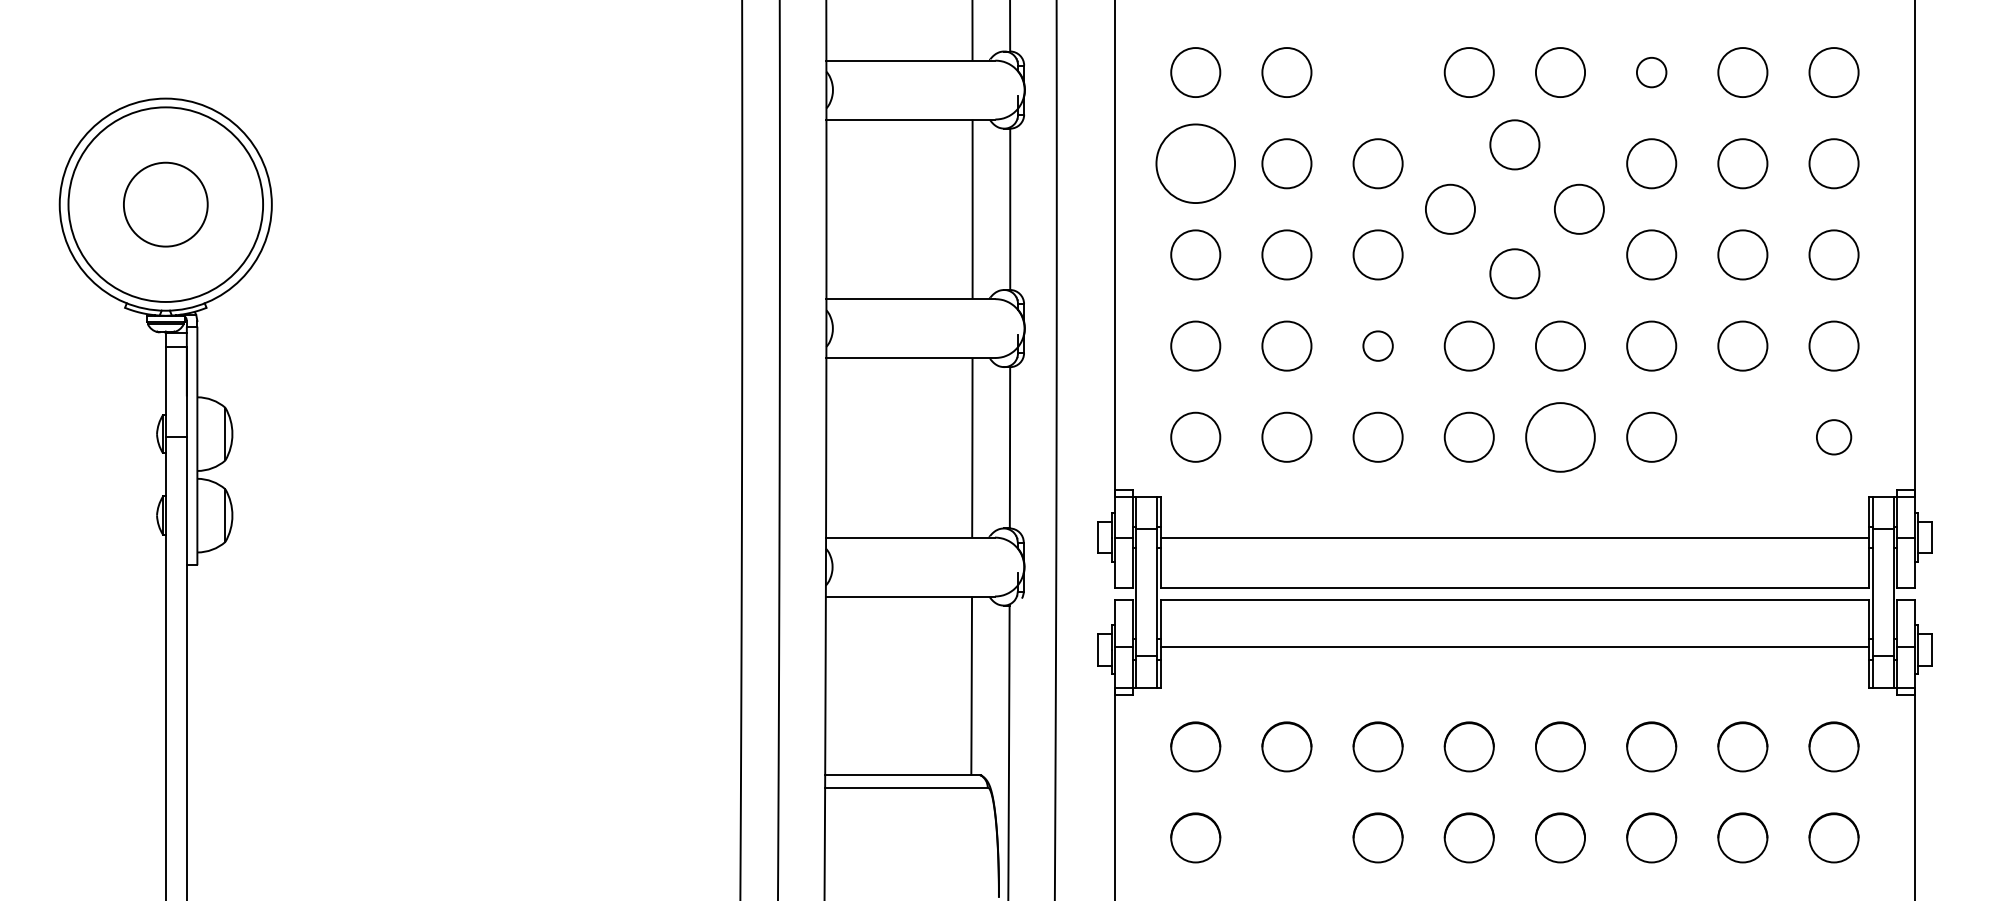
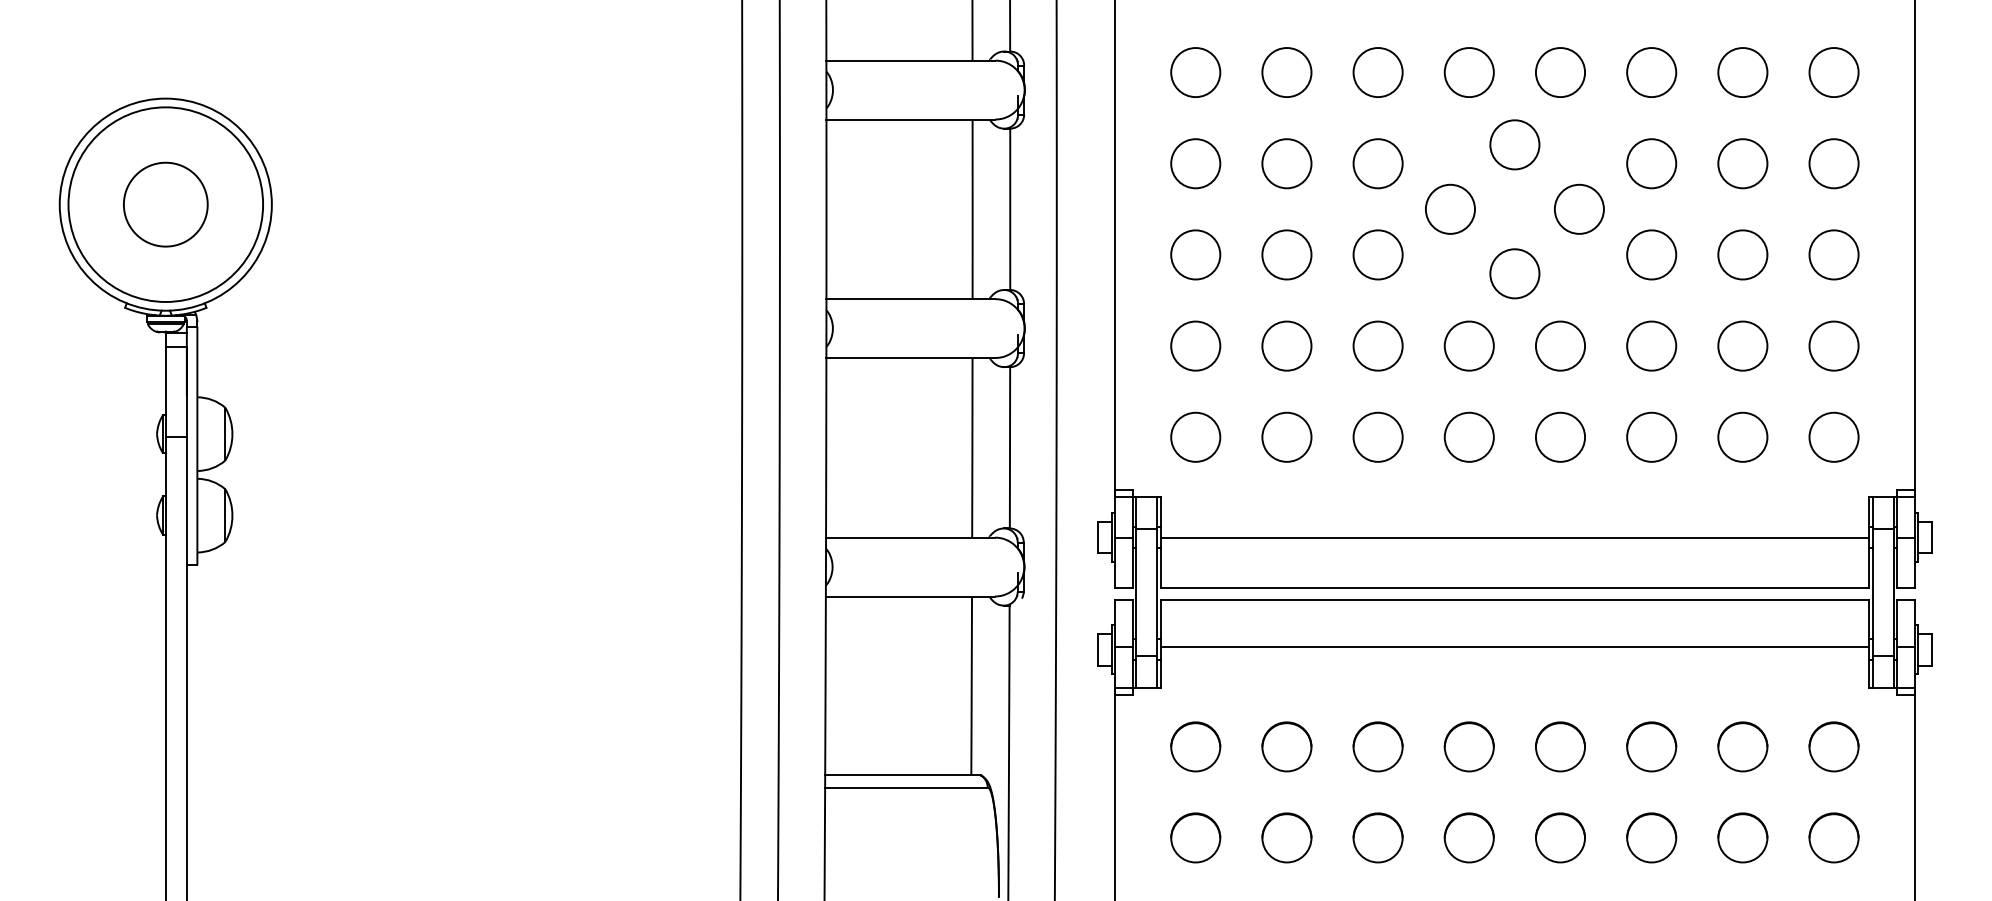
circle at (1377, 72): none -> present
circle at (1651, 72) diameter: 29 px -> 49 px
circle at (1195, 163) diameter: 79 px -> 49 px
circle at (1377, 345) diameter: 29 px -> 49 px
circle at (1742, 436): none -> present
circle at (1560, 437) size: 71x71 px -> 51x52 px
circle at (1833, 437) diameter: 34 px -> 49 px
circle at (1286, 837): none -> present
